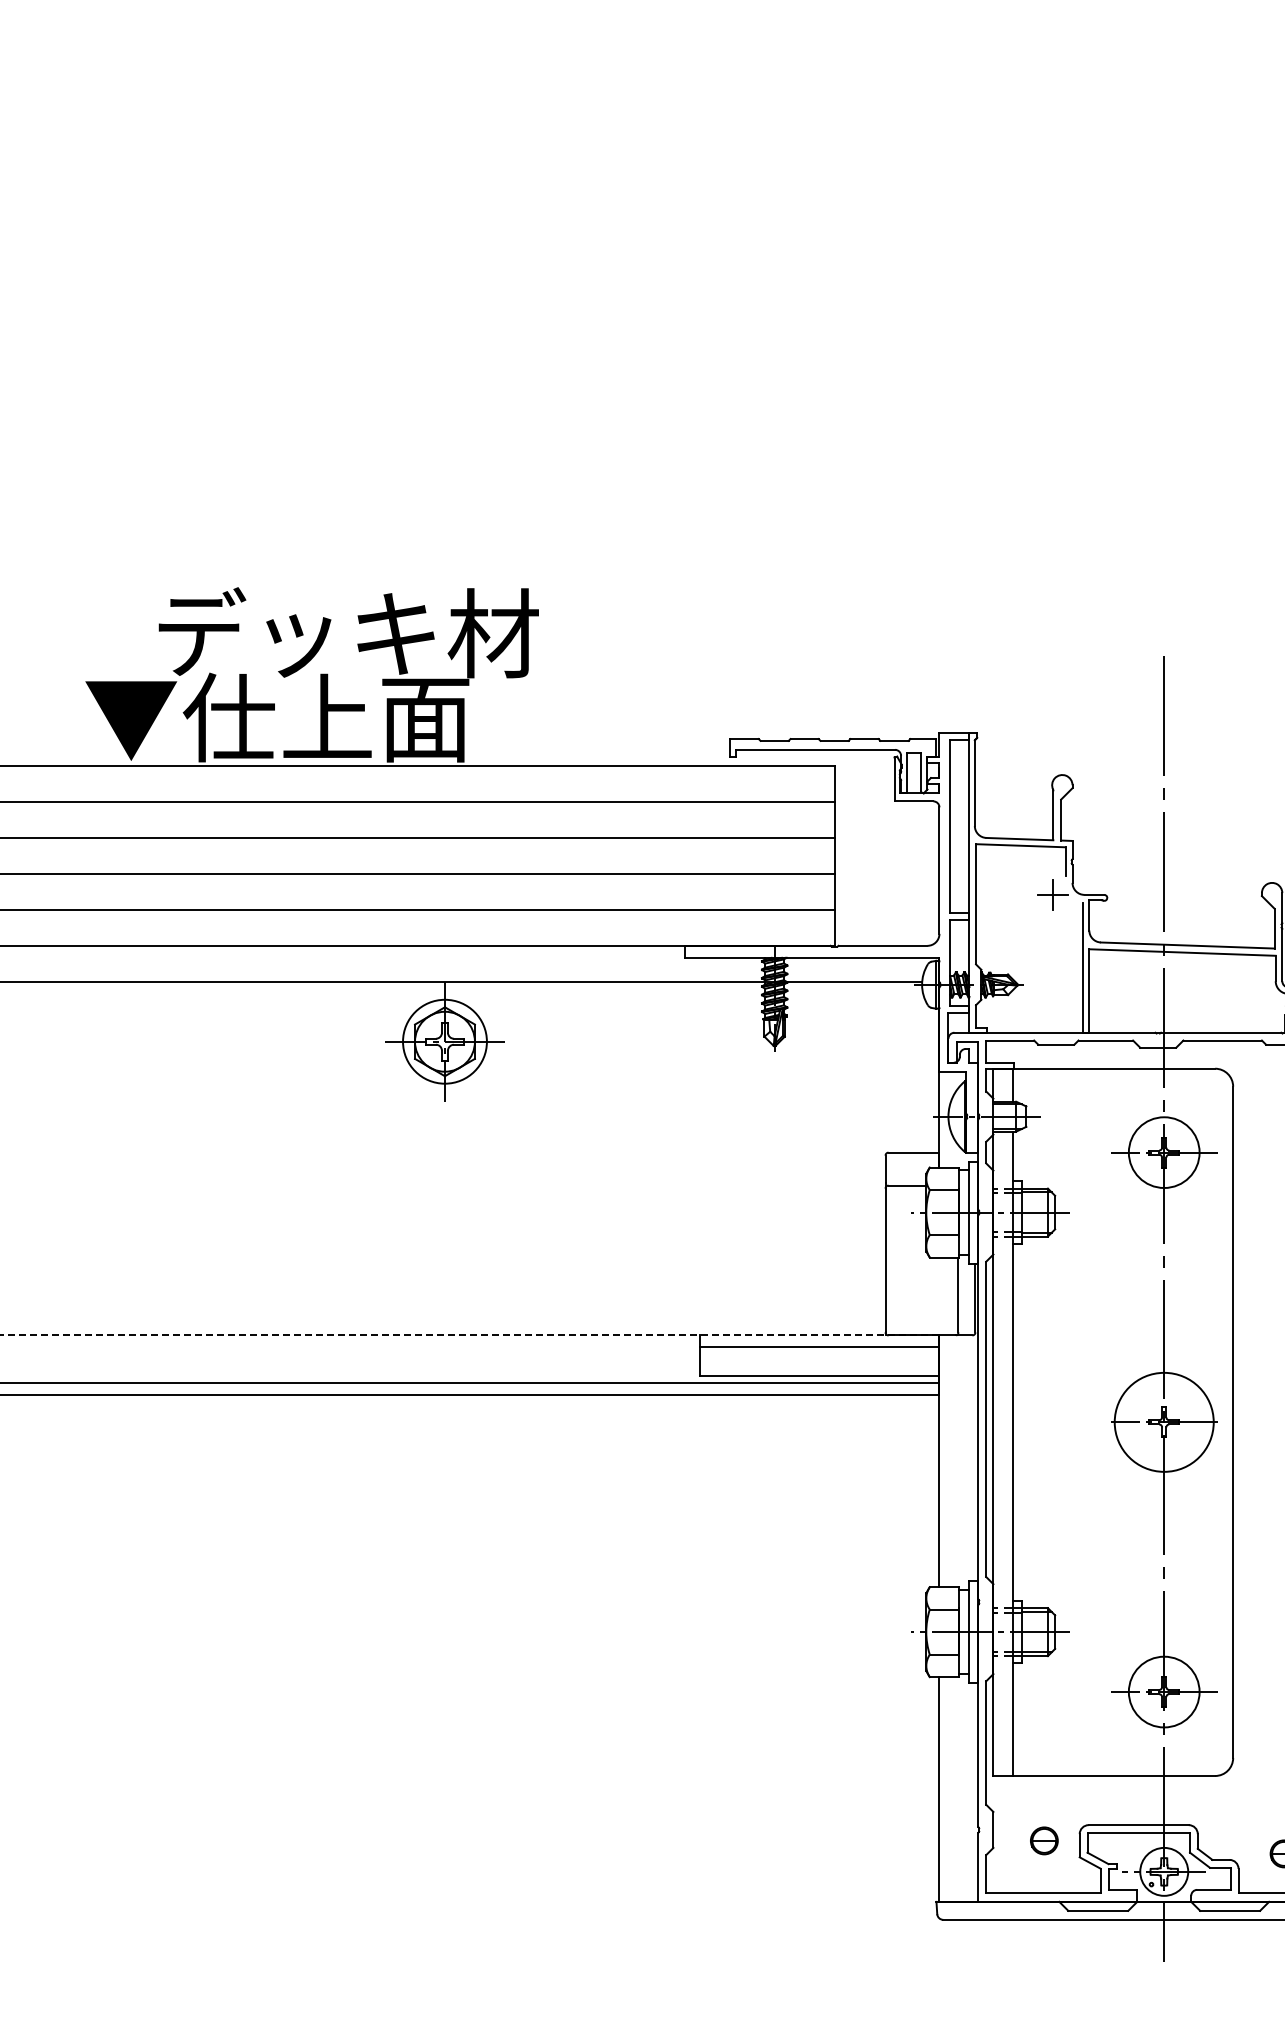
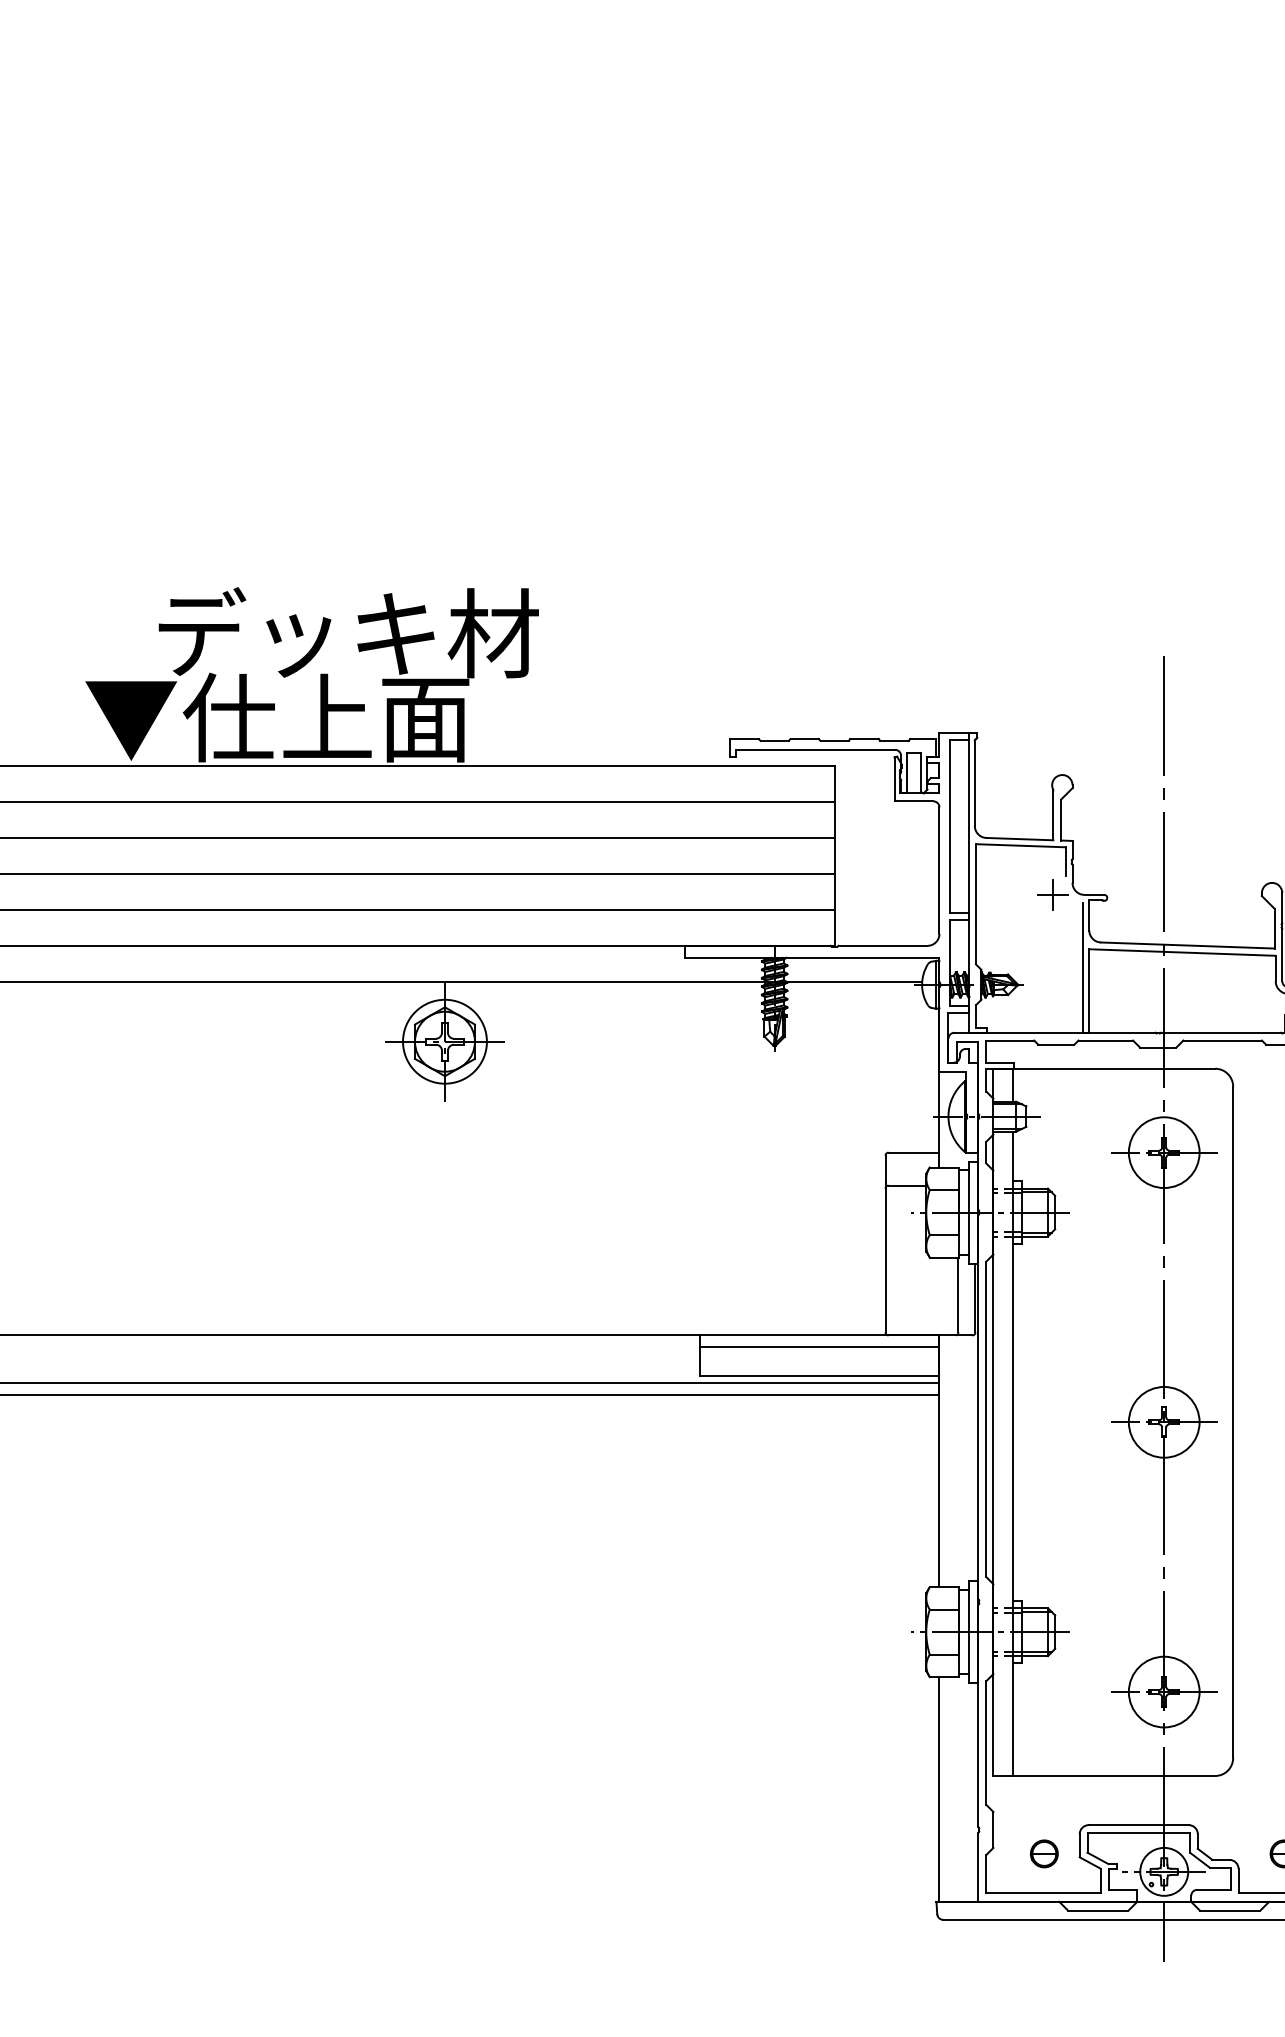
line at (469, 1335): dashed -> solid
circle at (1163, 1421) diameter: 99 px -> 71 px
part at (1044, 1840) position: (1044, 1840) -> (1044, 1853)
